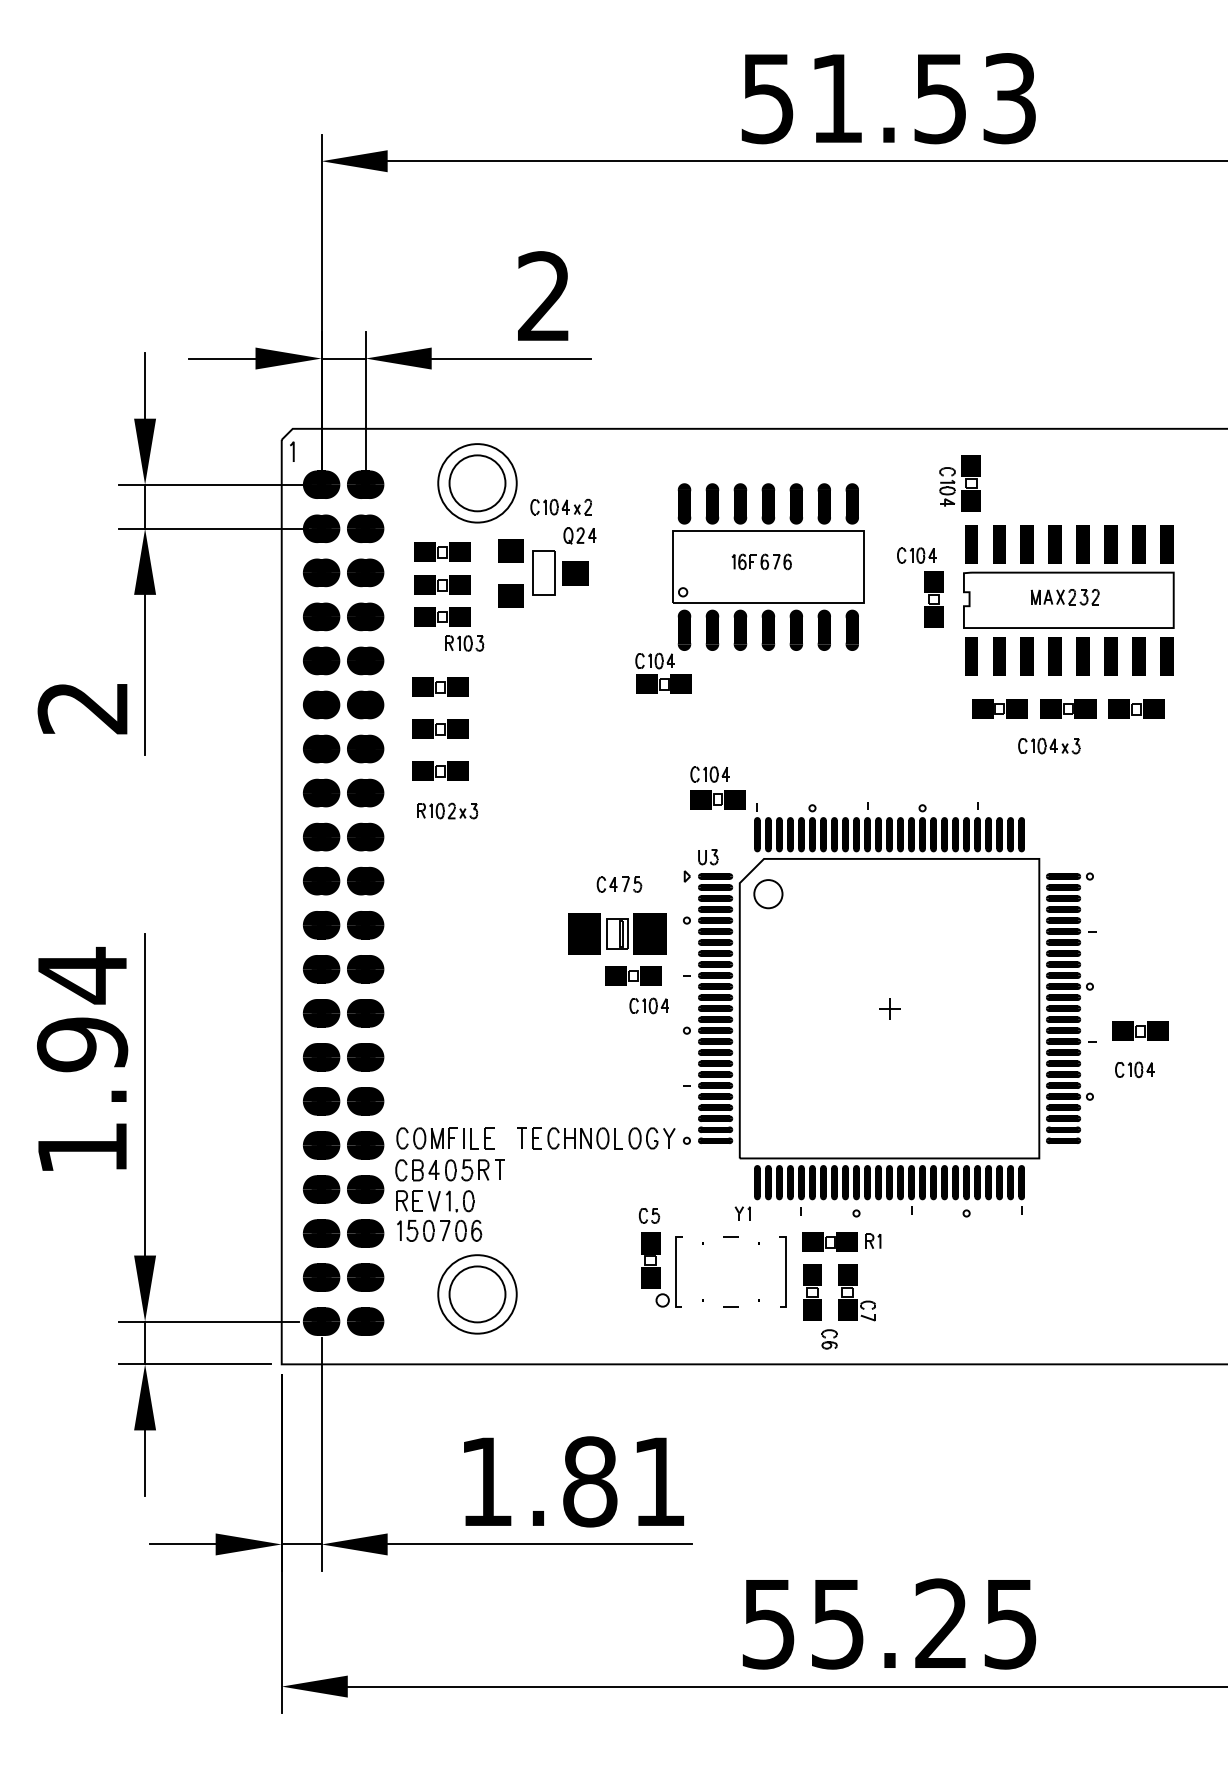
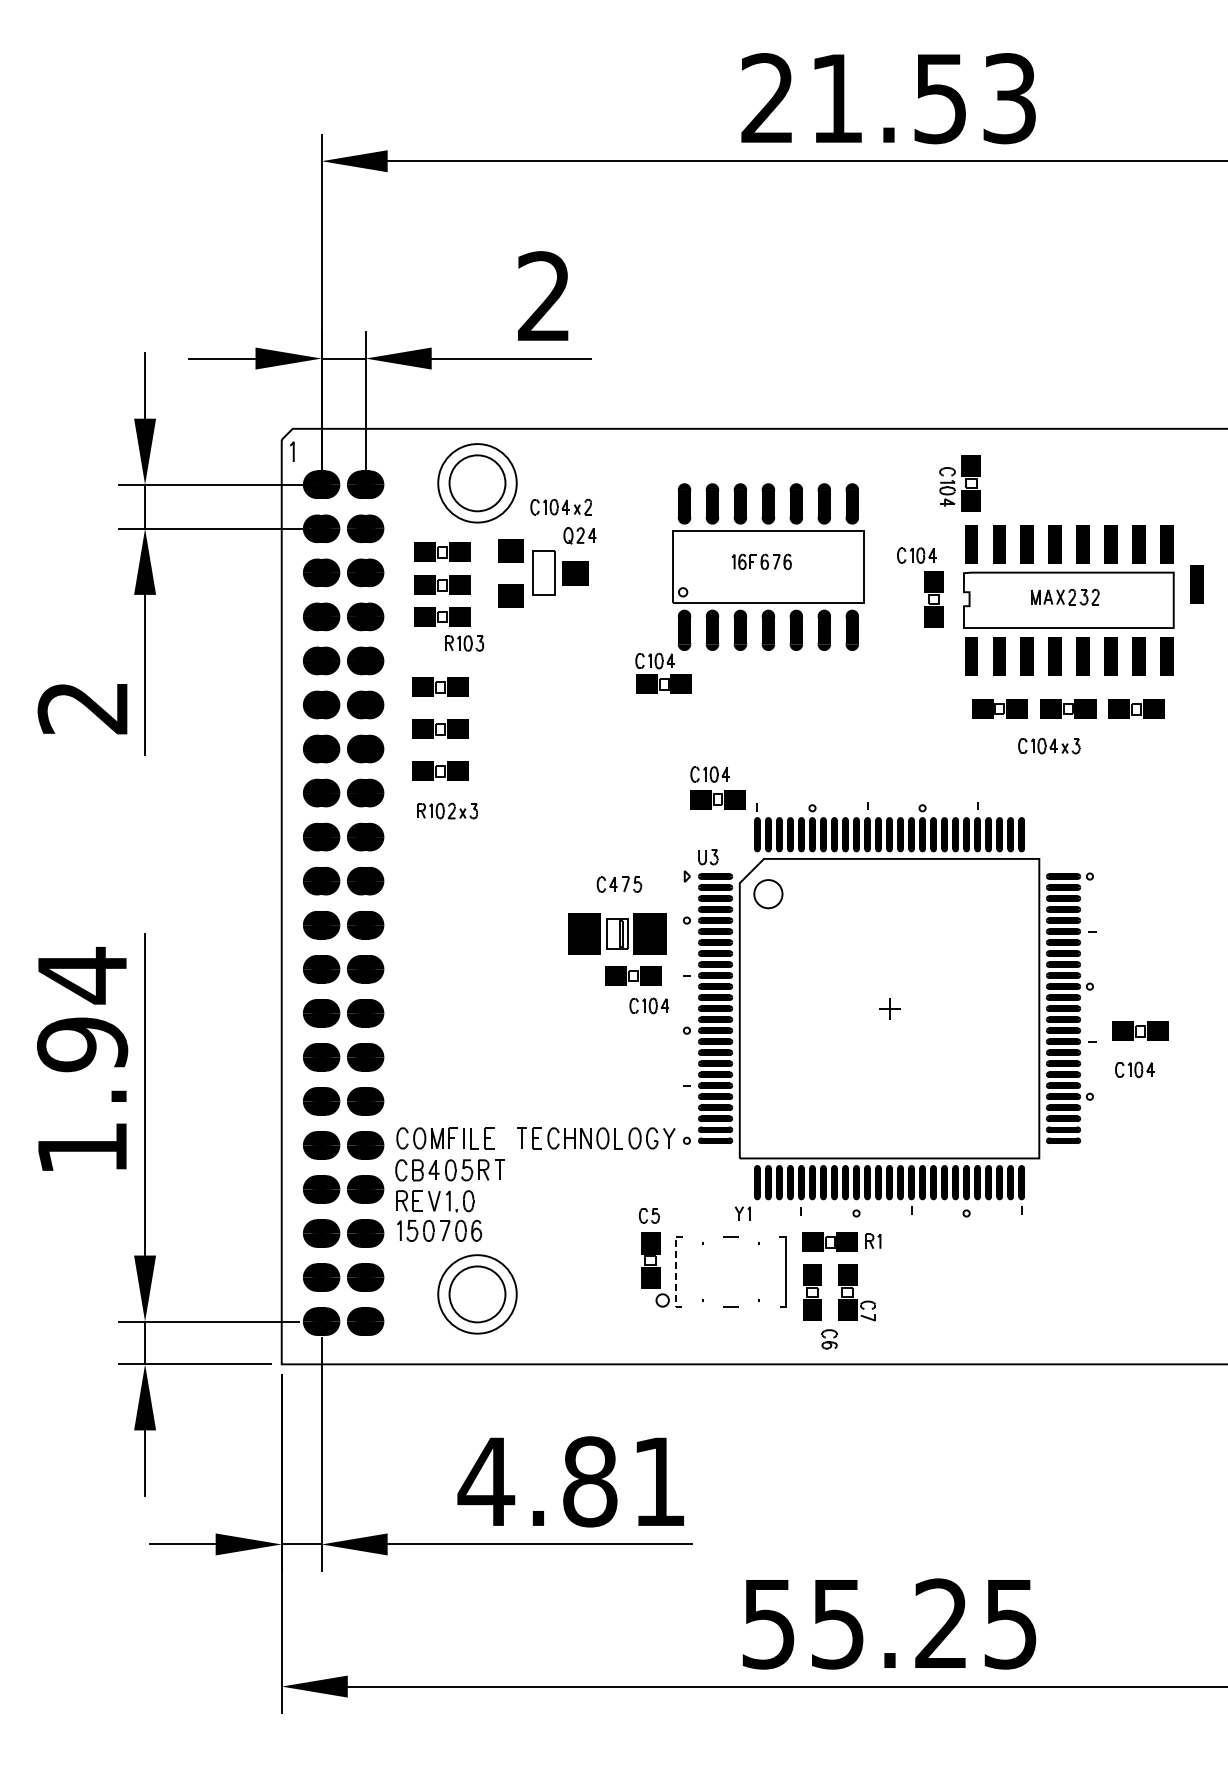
text at (767, 98): 51.53 -> 21.53
part at (1196, 584): none -> present
line at (675, 1271): solid -> dashed
text at (486, 1481): 1.81 -> 4.81
